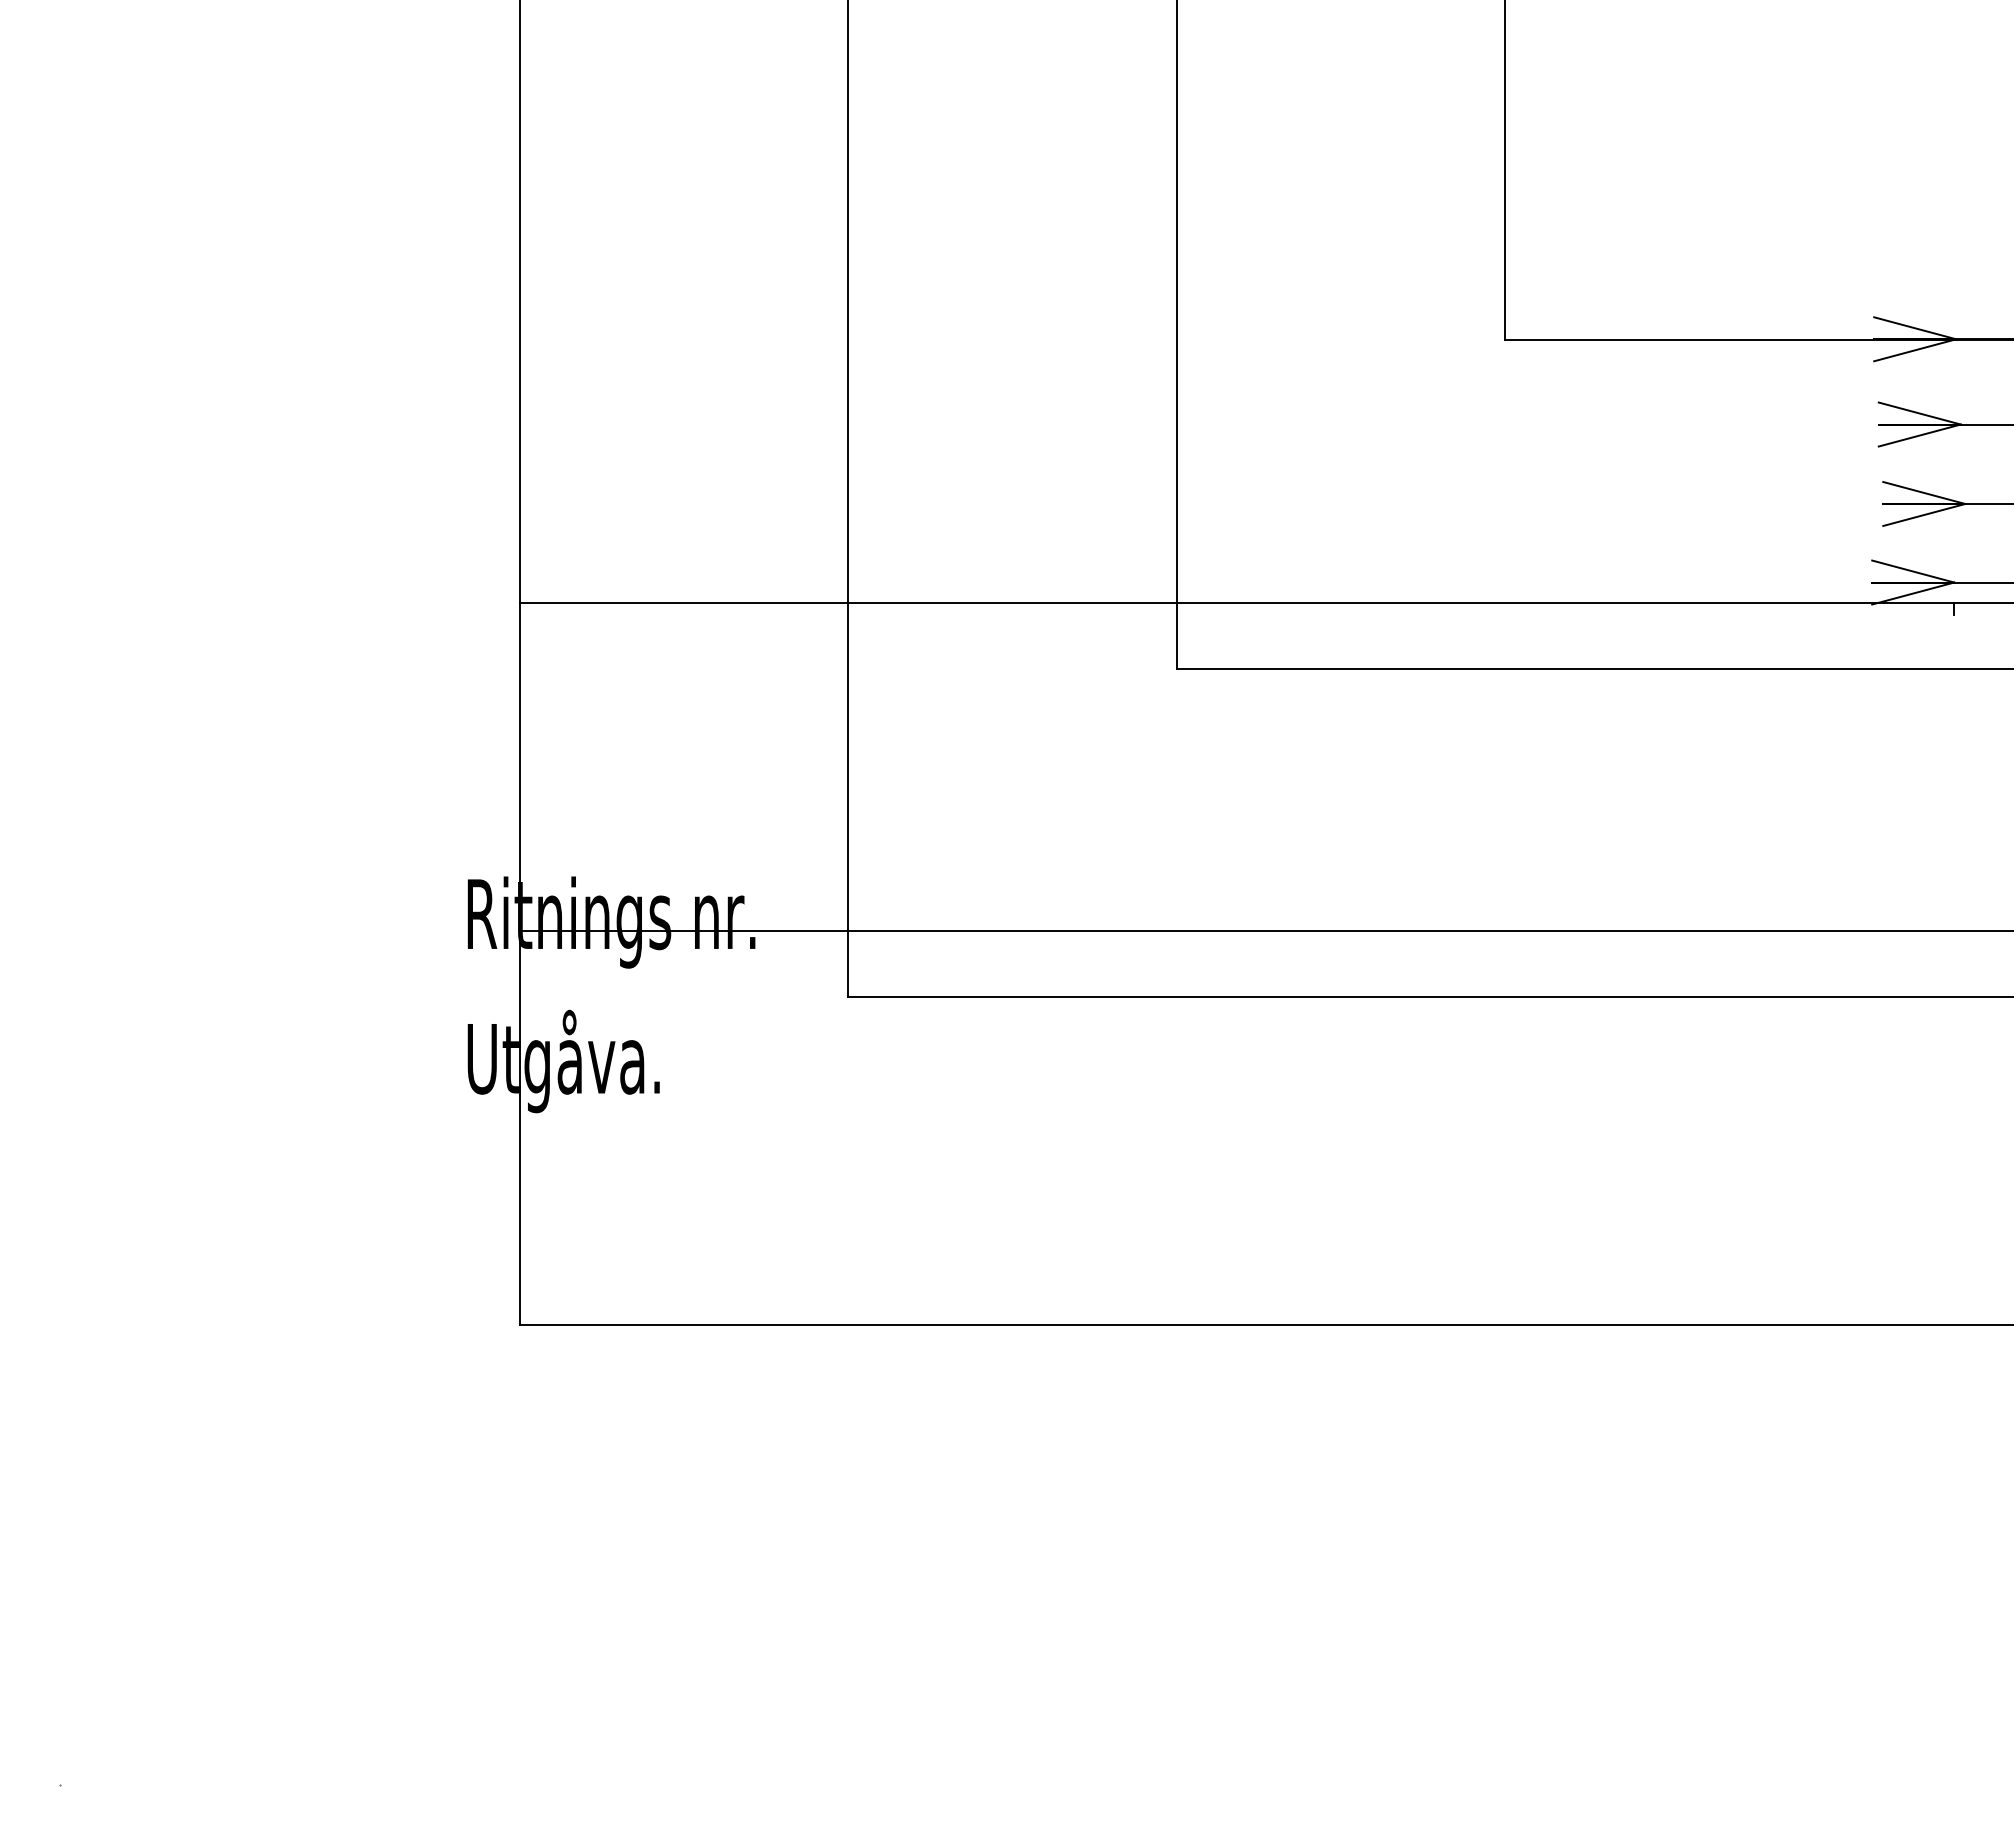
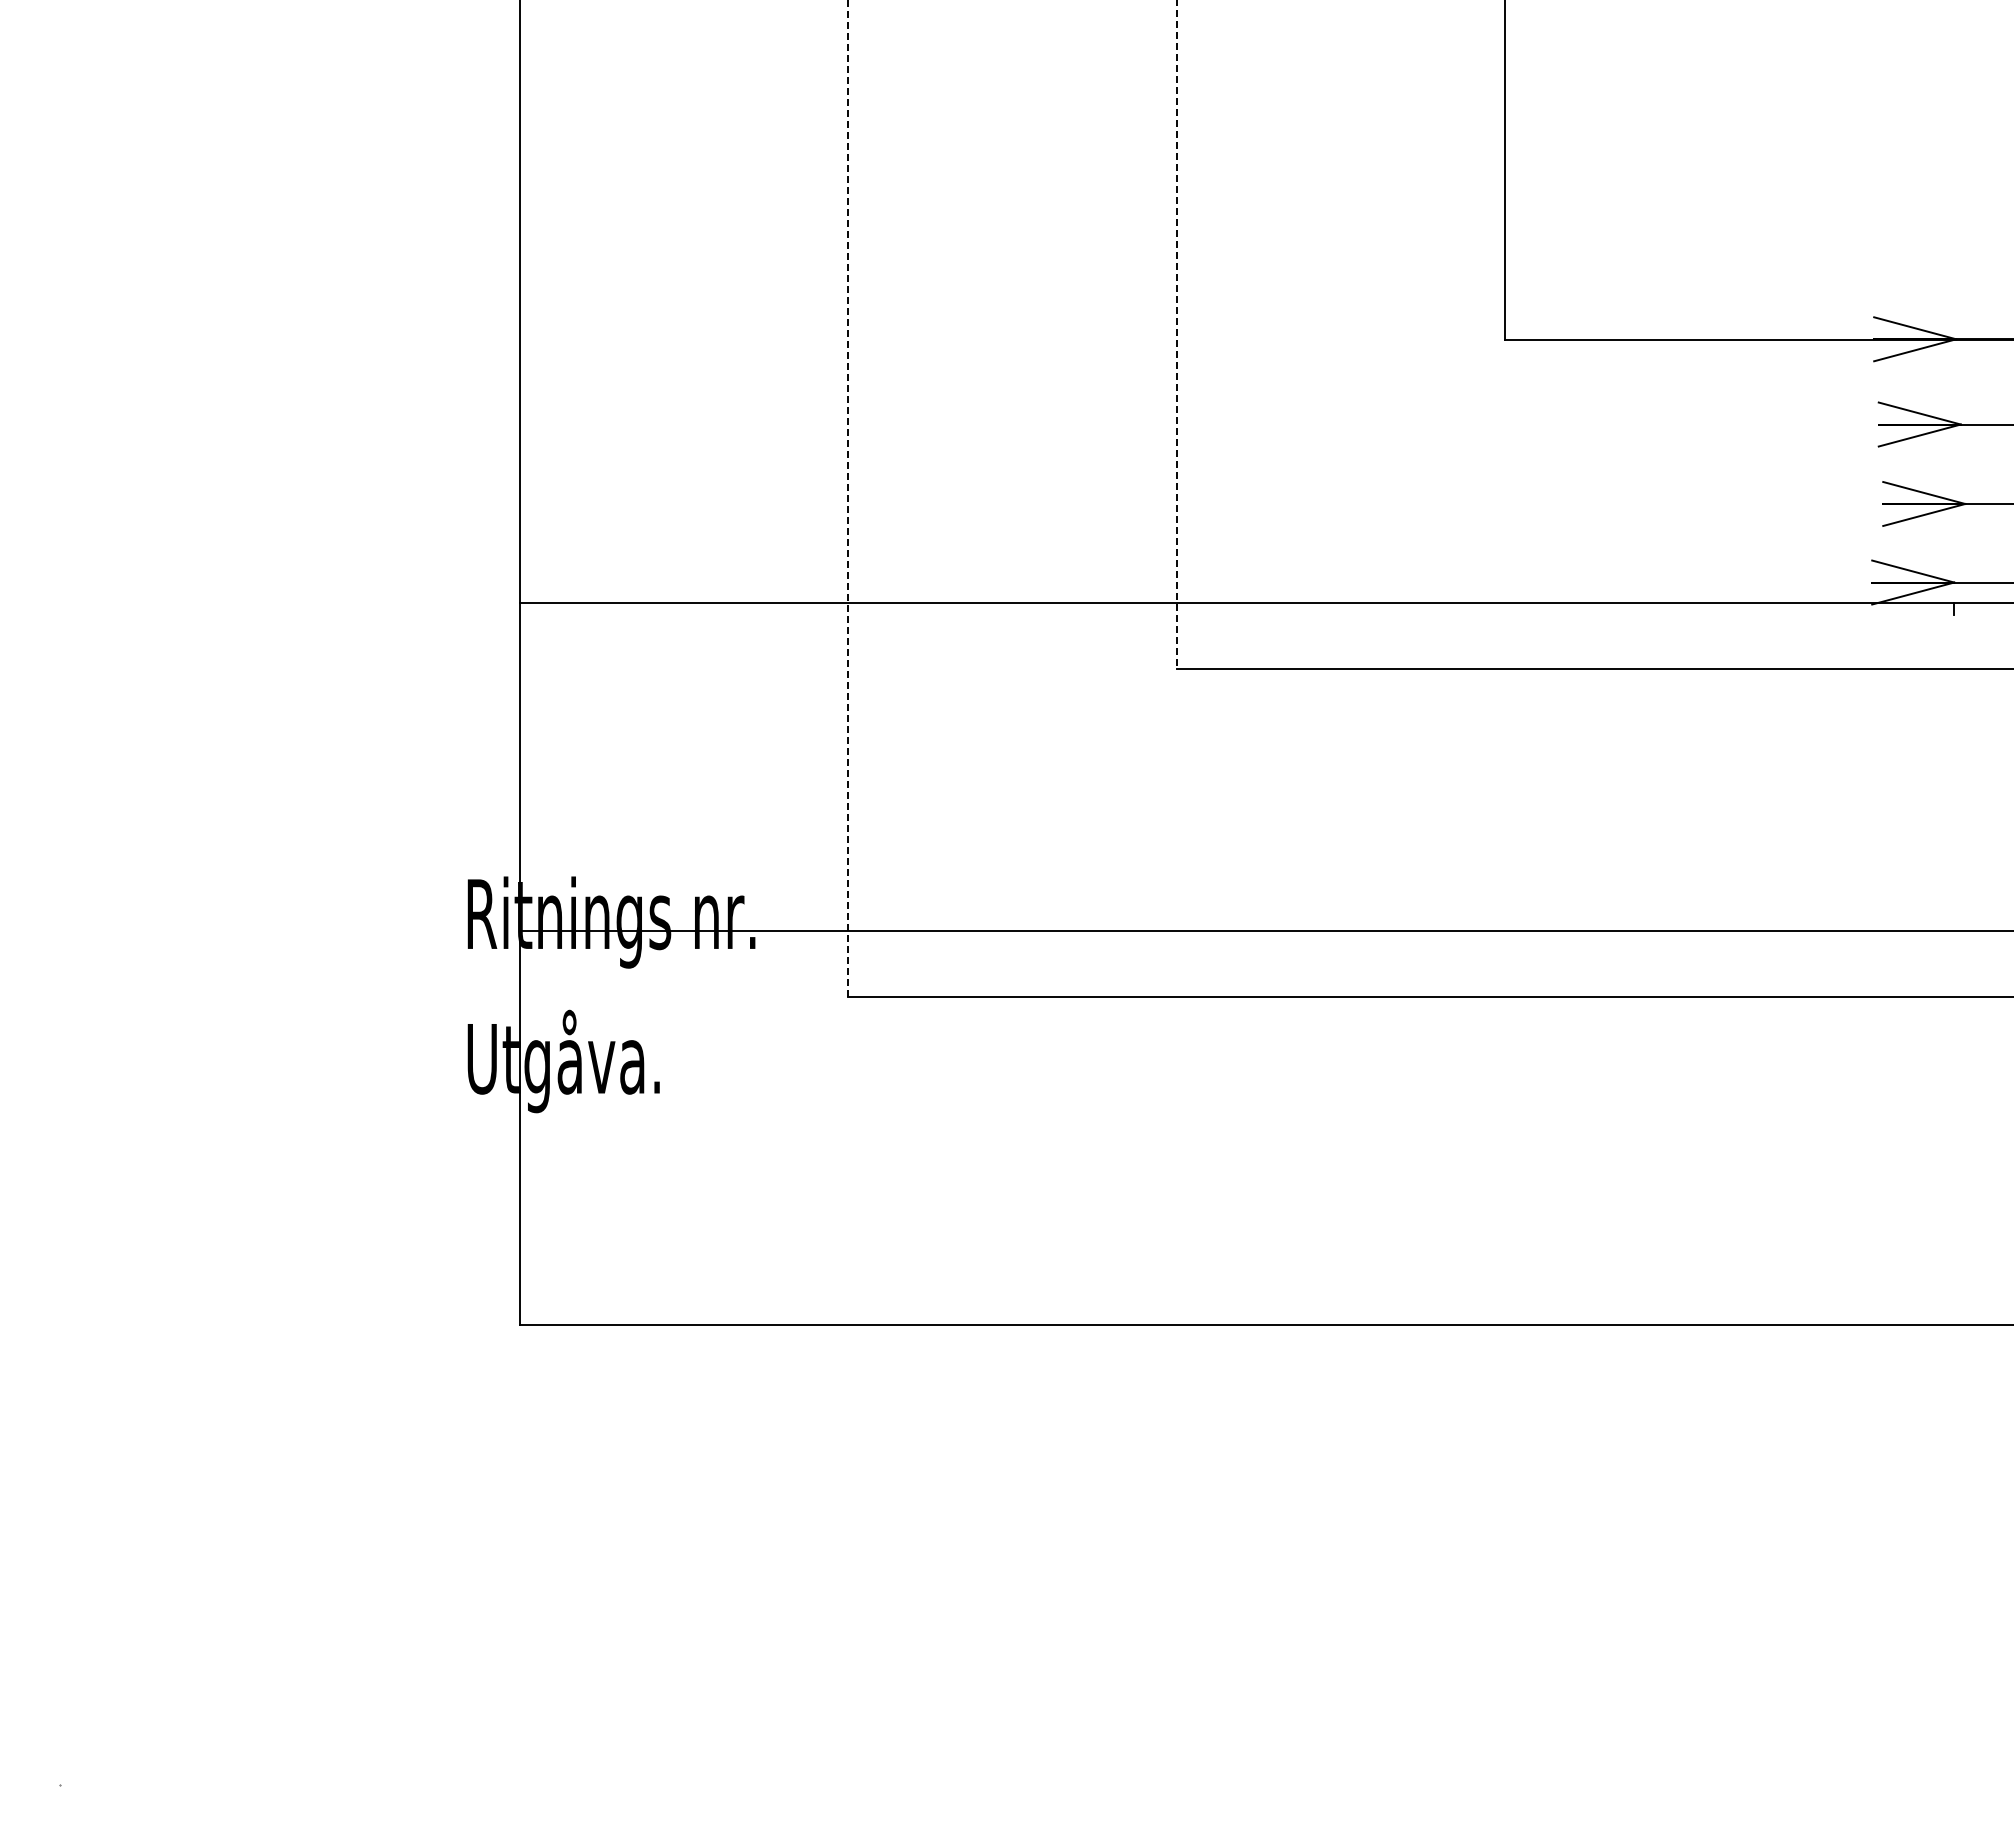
line at (1176, 334): solid -> dashed
line at (848, 498): solid -> dashed
